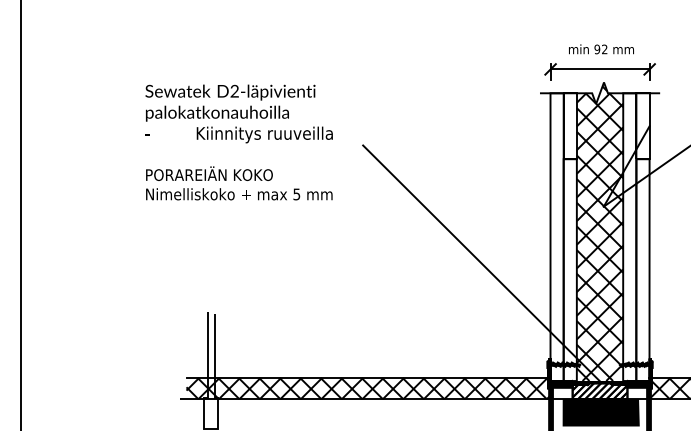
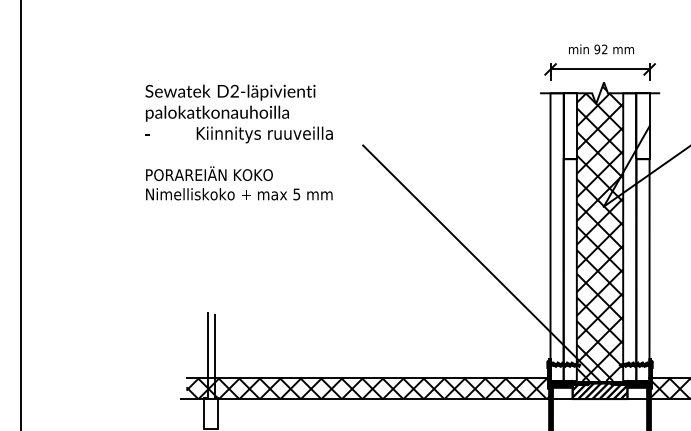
fill at (600, 412): present -> none
